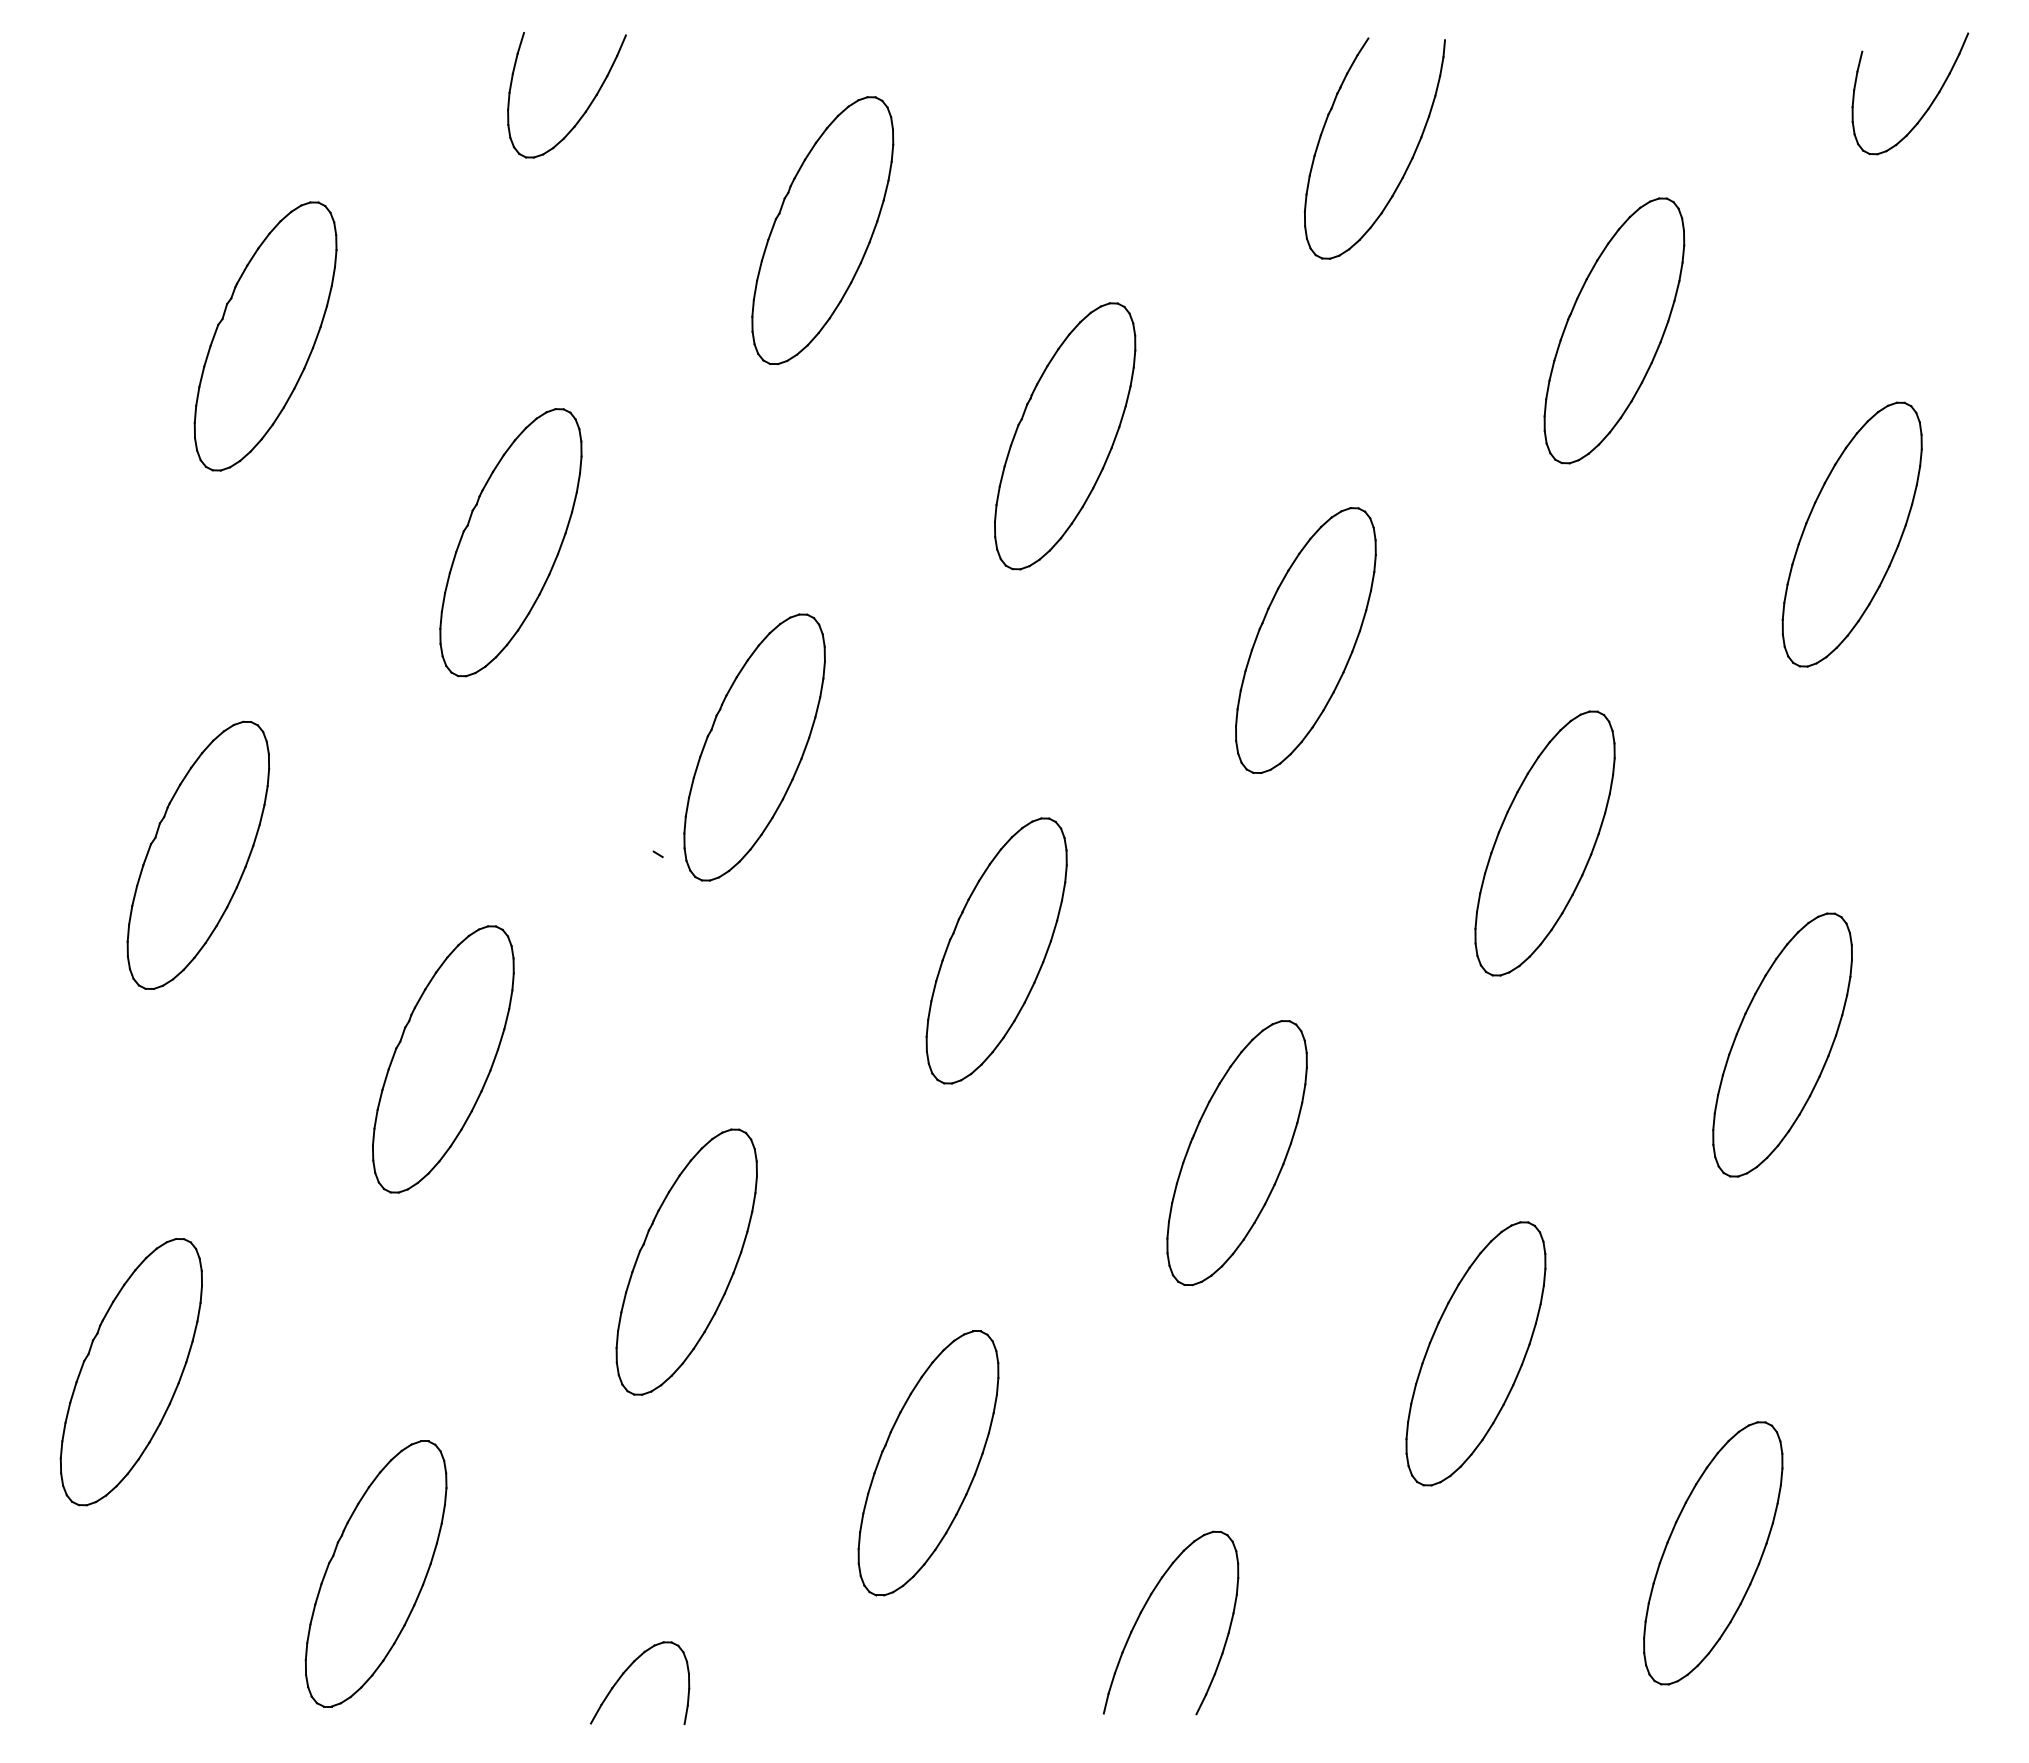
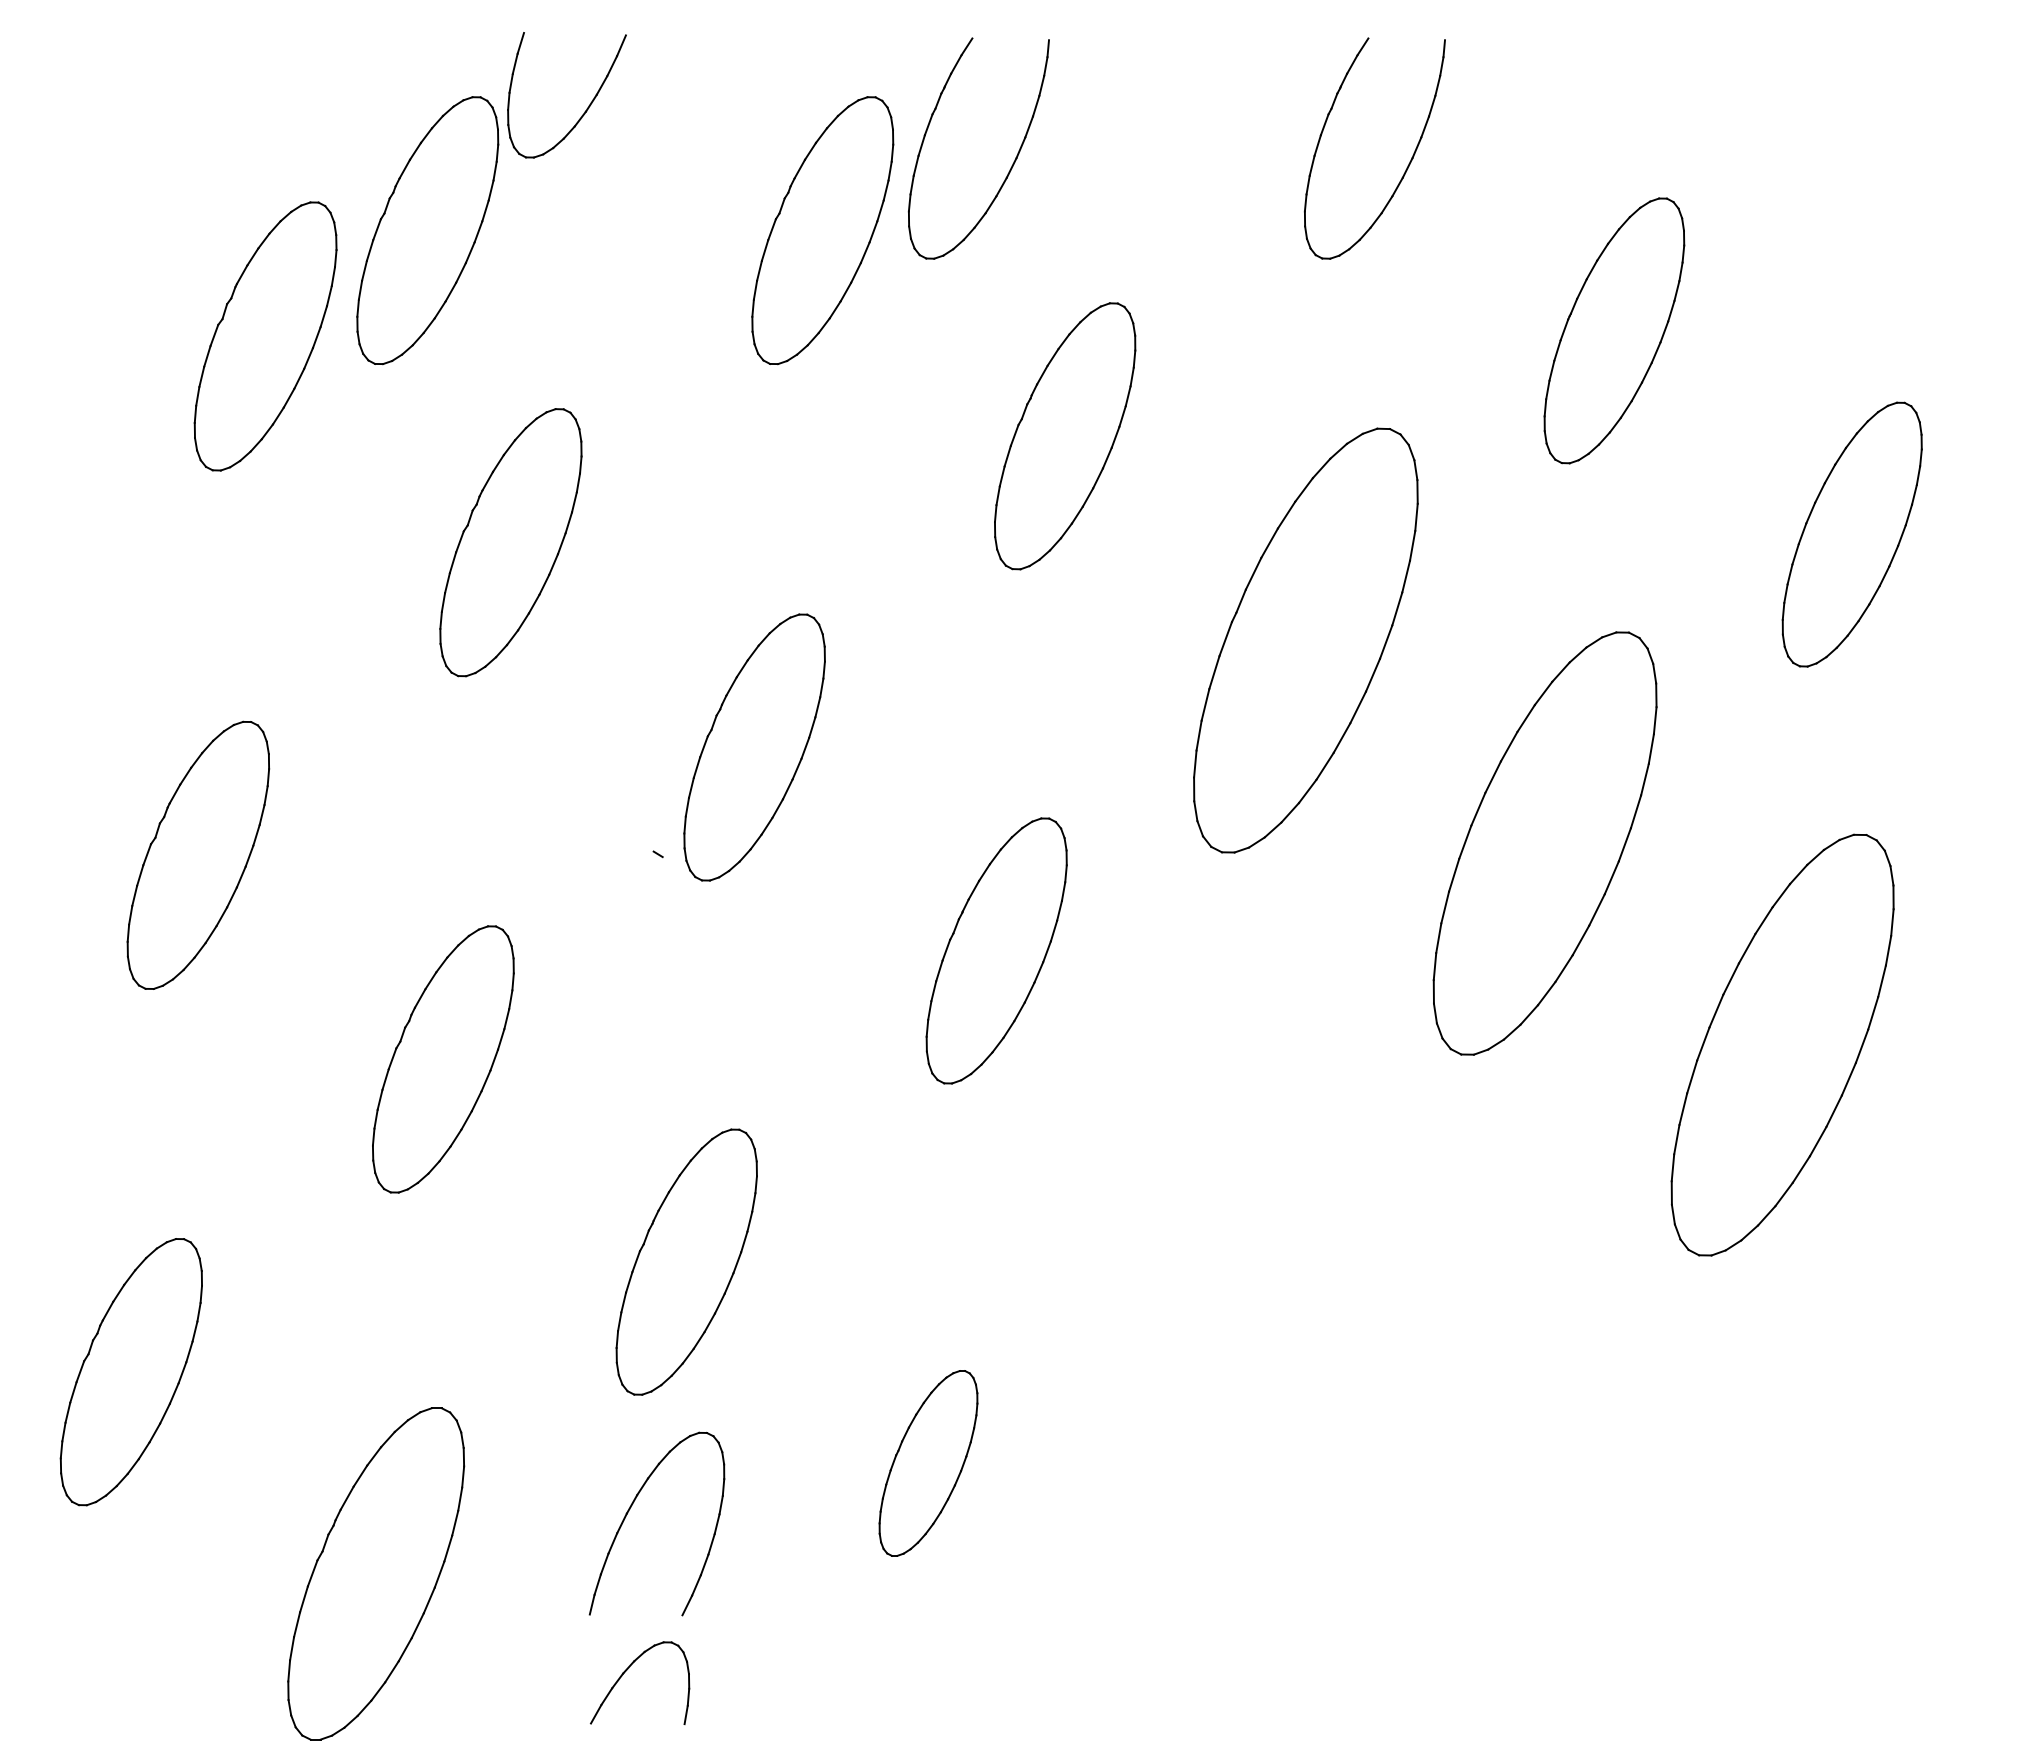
part at (1930, 103): present -> none
part at (1011, 165): none -> present
part at (427, 230): none -> present
part at (1305, 640) size: 142x267 px -> 226x427 px
part at (1544, 843) size: 142x267 px -> 226x425 px
part at (1782, 1044) size: 141x266 px -> 225x424 px
part at (1236, 1153): present -> none
part at (1475, 1353): present -> none
part at (928, 1463) size: 143x267 px -> 101x187 px
part at (1713, 1553): present -> none
part at (375, 1573) size: 144x268 px -> 179x334 px
part at (1144, 1608) position: (1144, 1608) -> (630, 1509)
